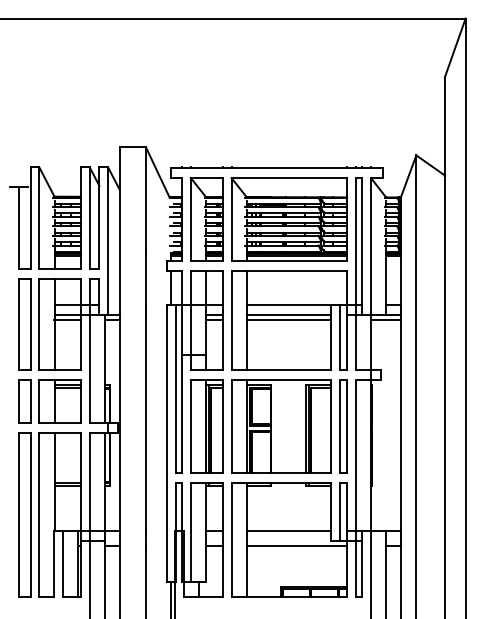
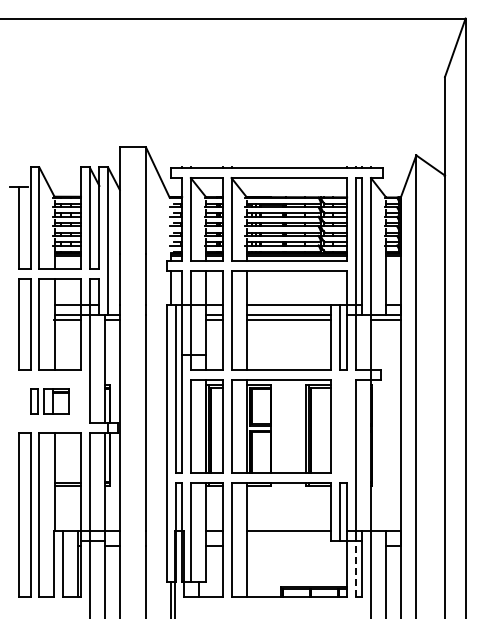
part at (49, 401) size: 64x45 px -> 40x27 px
part at (343, 426): present -> none
line at (296, 546): present -> none
line at (355, 569): solid -> dashed
